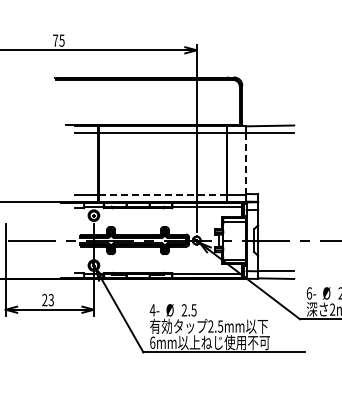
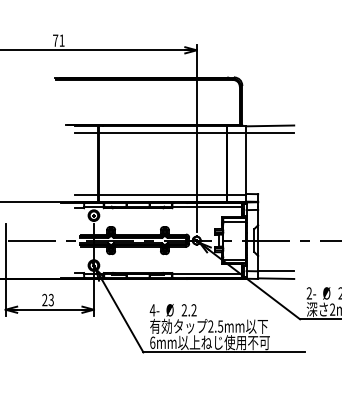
text at (61, 40): 75 -> 71
line at (246, 163): dashed -> solid
line at (163, 194): dashed -> solid
text at (309, 293): 6- -> 2-
text at (193, 310): 2.5 -> 2.2
